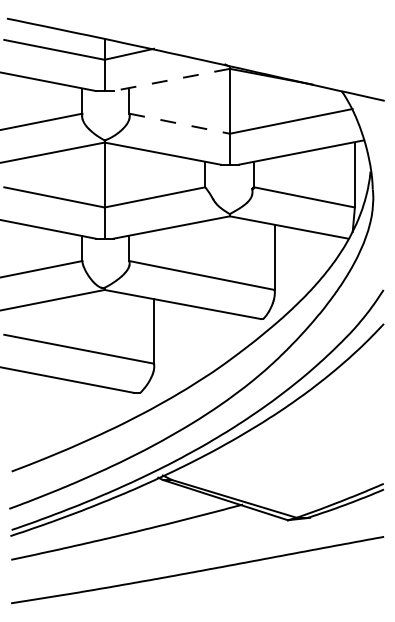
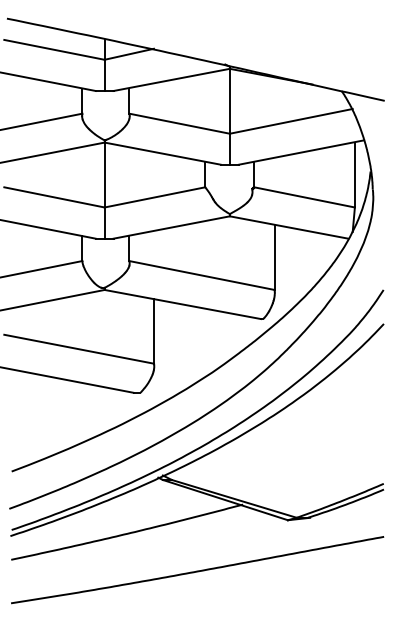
line at (171, 80): dashed -> solid
line at (180, 123): dashed -> solid
